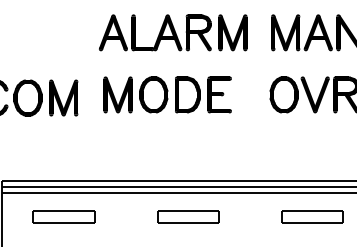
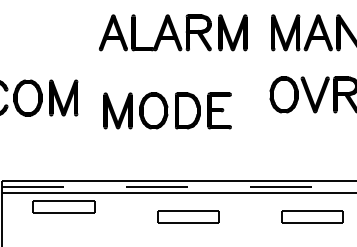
part at (167, 94) position: (167, 94) -> (167, 110)
line at (179, 186): solid -> dashed
part at (63, 216) position: (63, 216) -> (63, 206)
